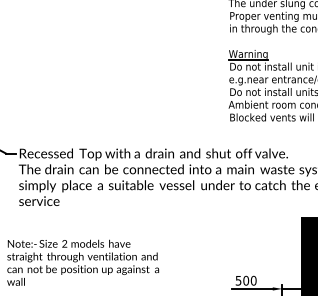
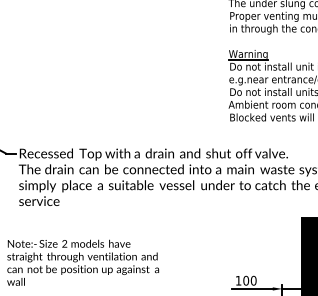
text at (238, 280): 500 -> 100
